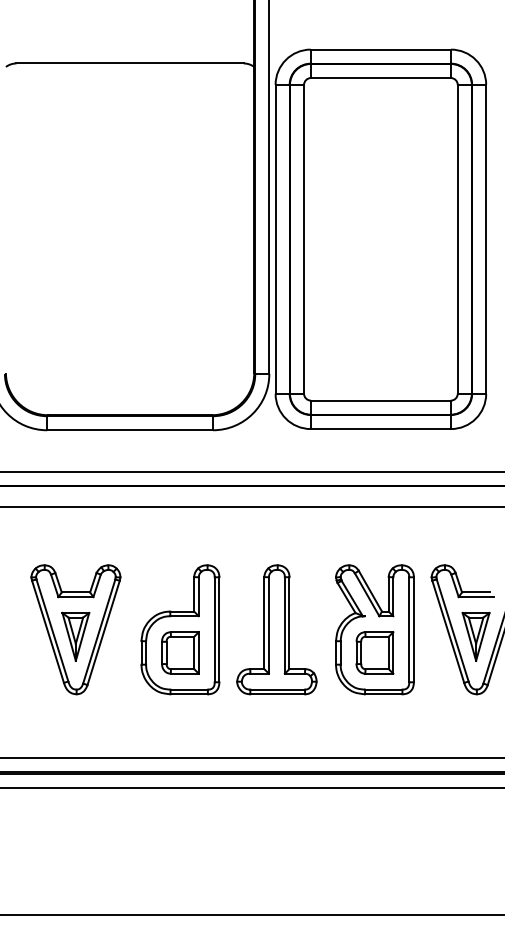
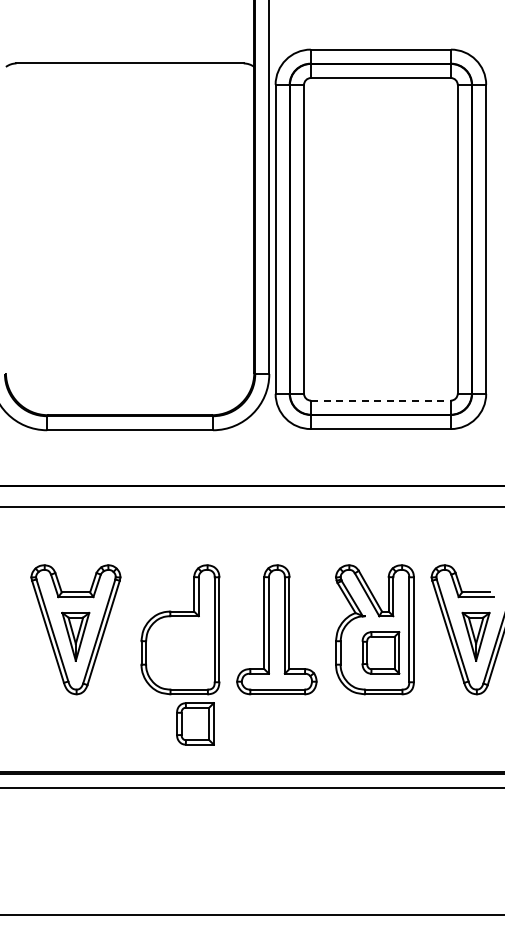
line at (380, 400): solid -> dashed
line at (251, 471): present -> none
part at (180, 652) position: (180, 652) -> (195, 723)
part at (374, 652) position: (374, 652) -> (380, 652)
line at (251, 758): present -> none
